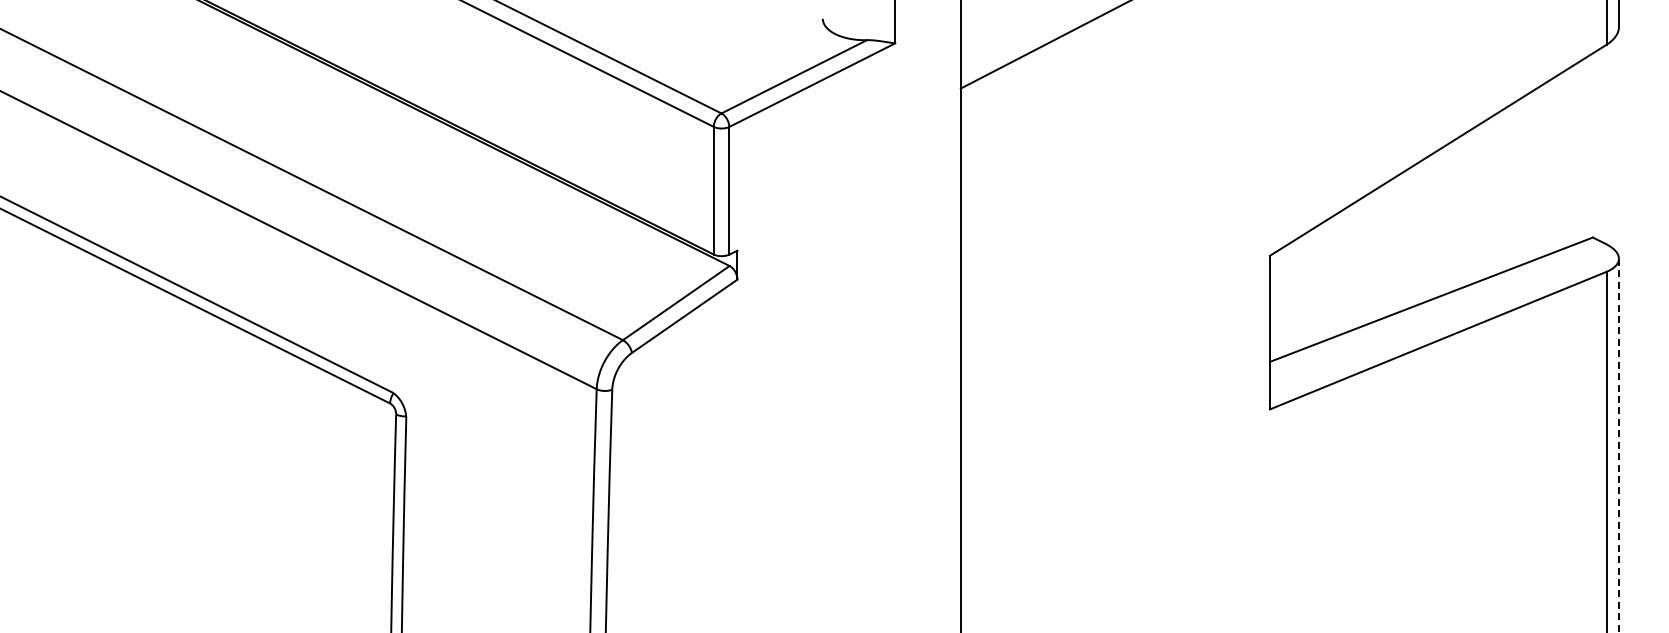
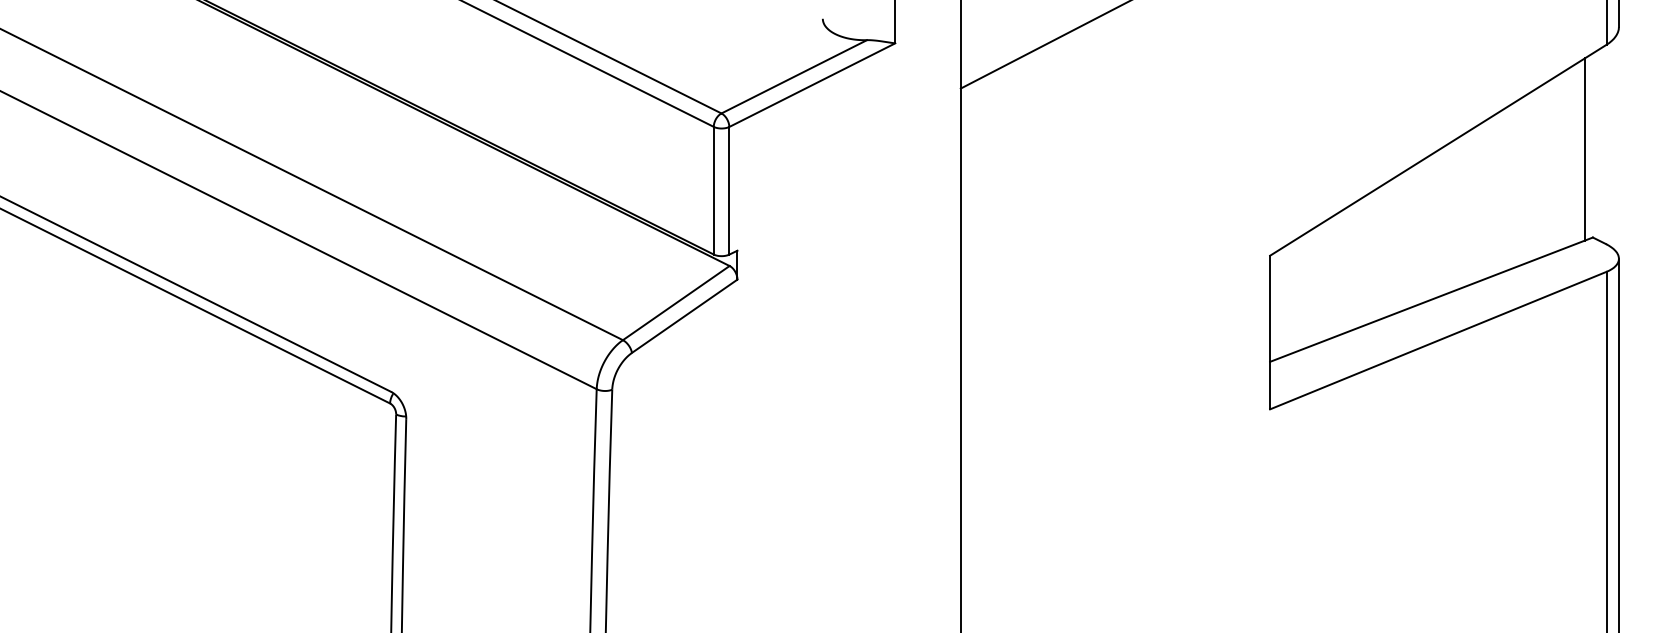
line at (1584, 149): none -> present
line at (1618, 445): dashed -> solid
